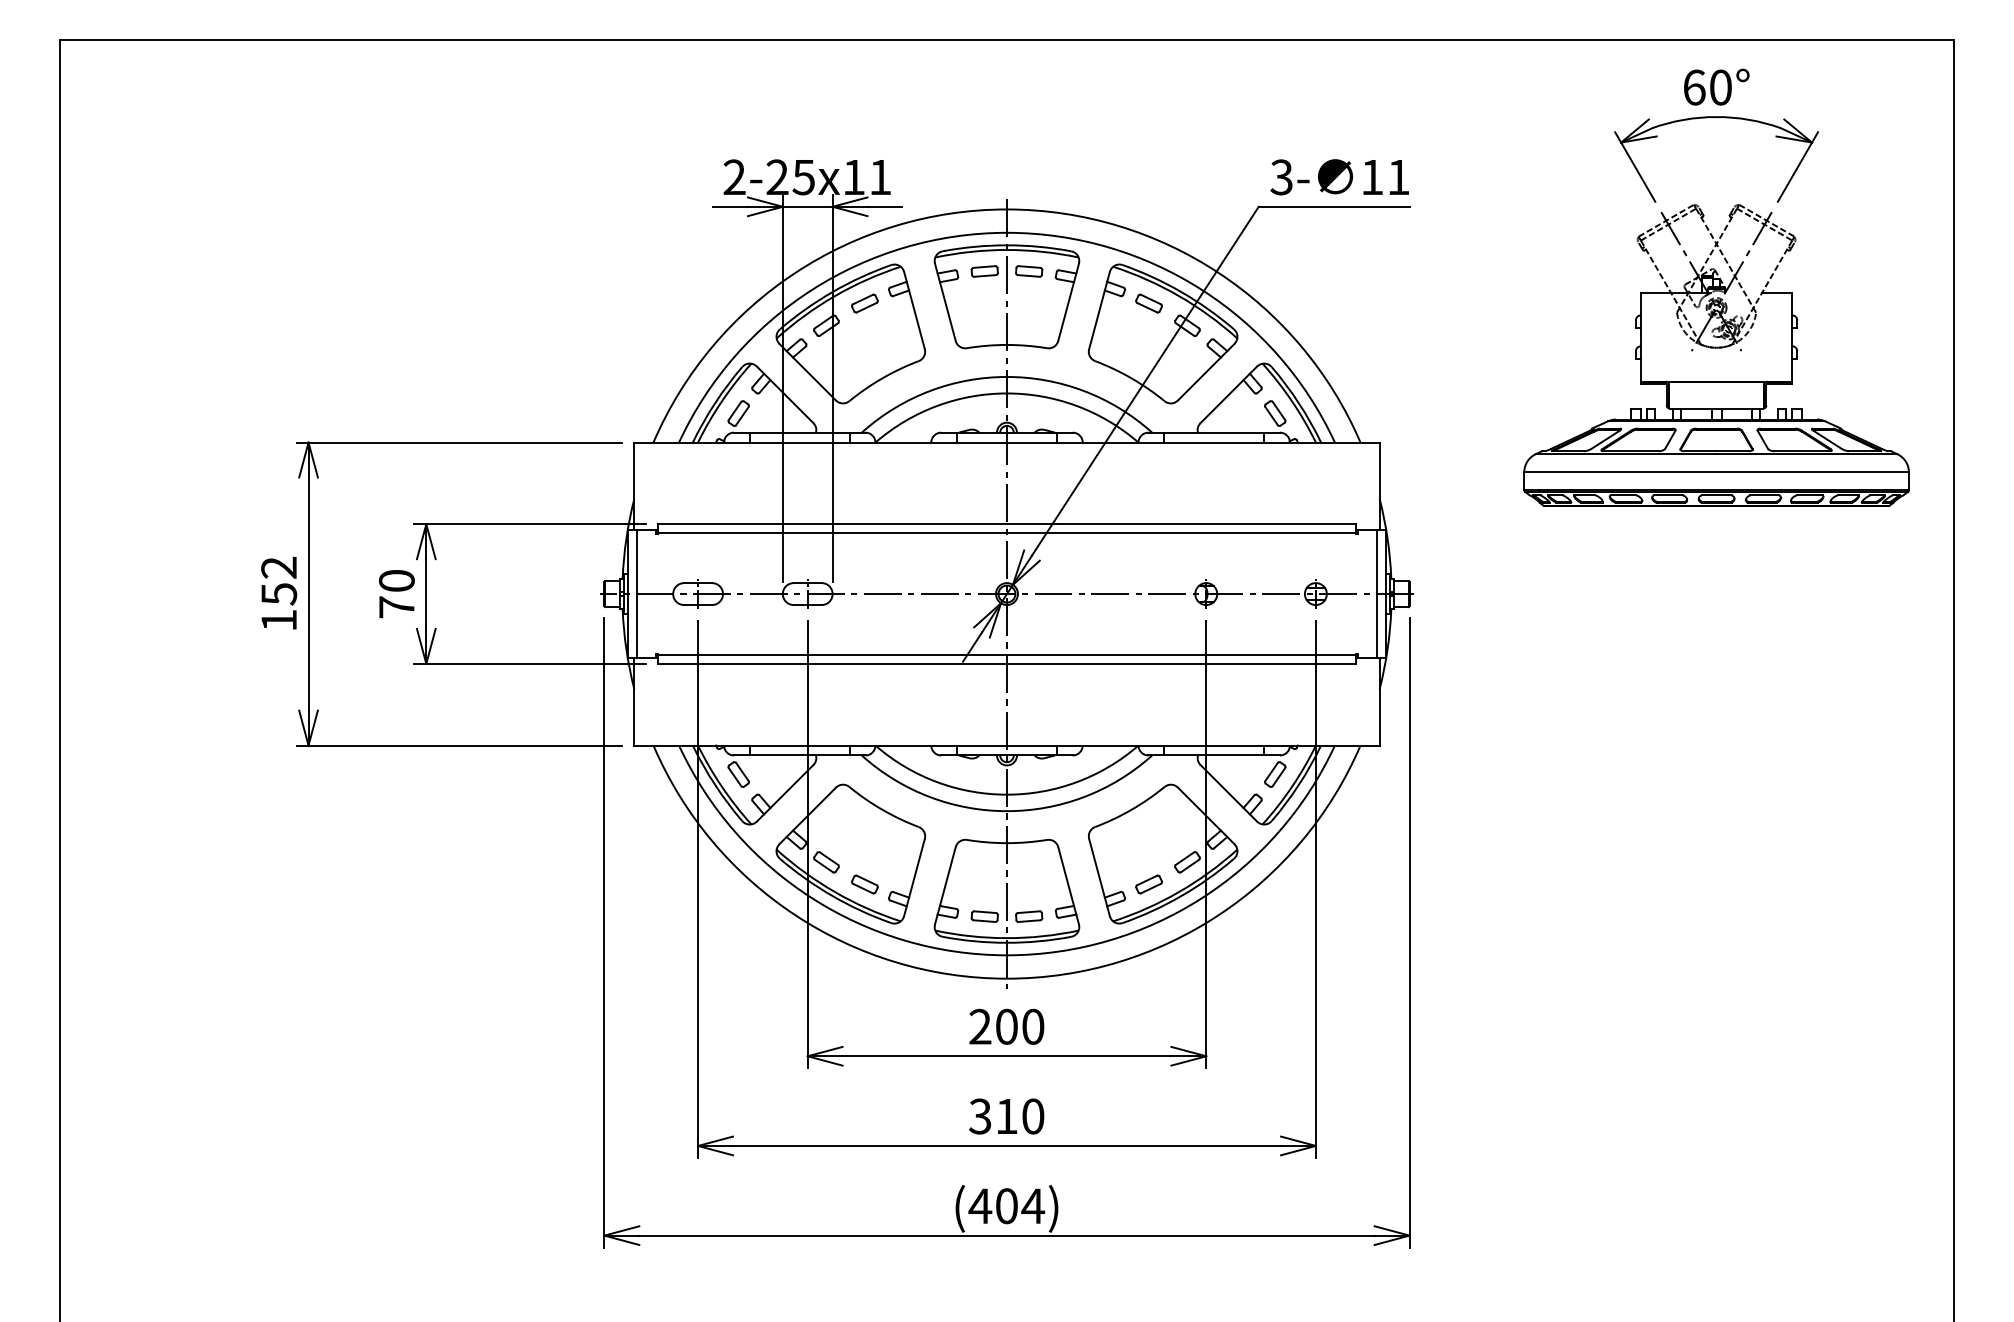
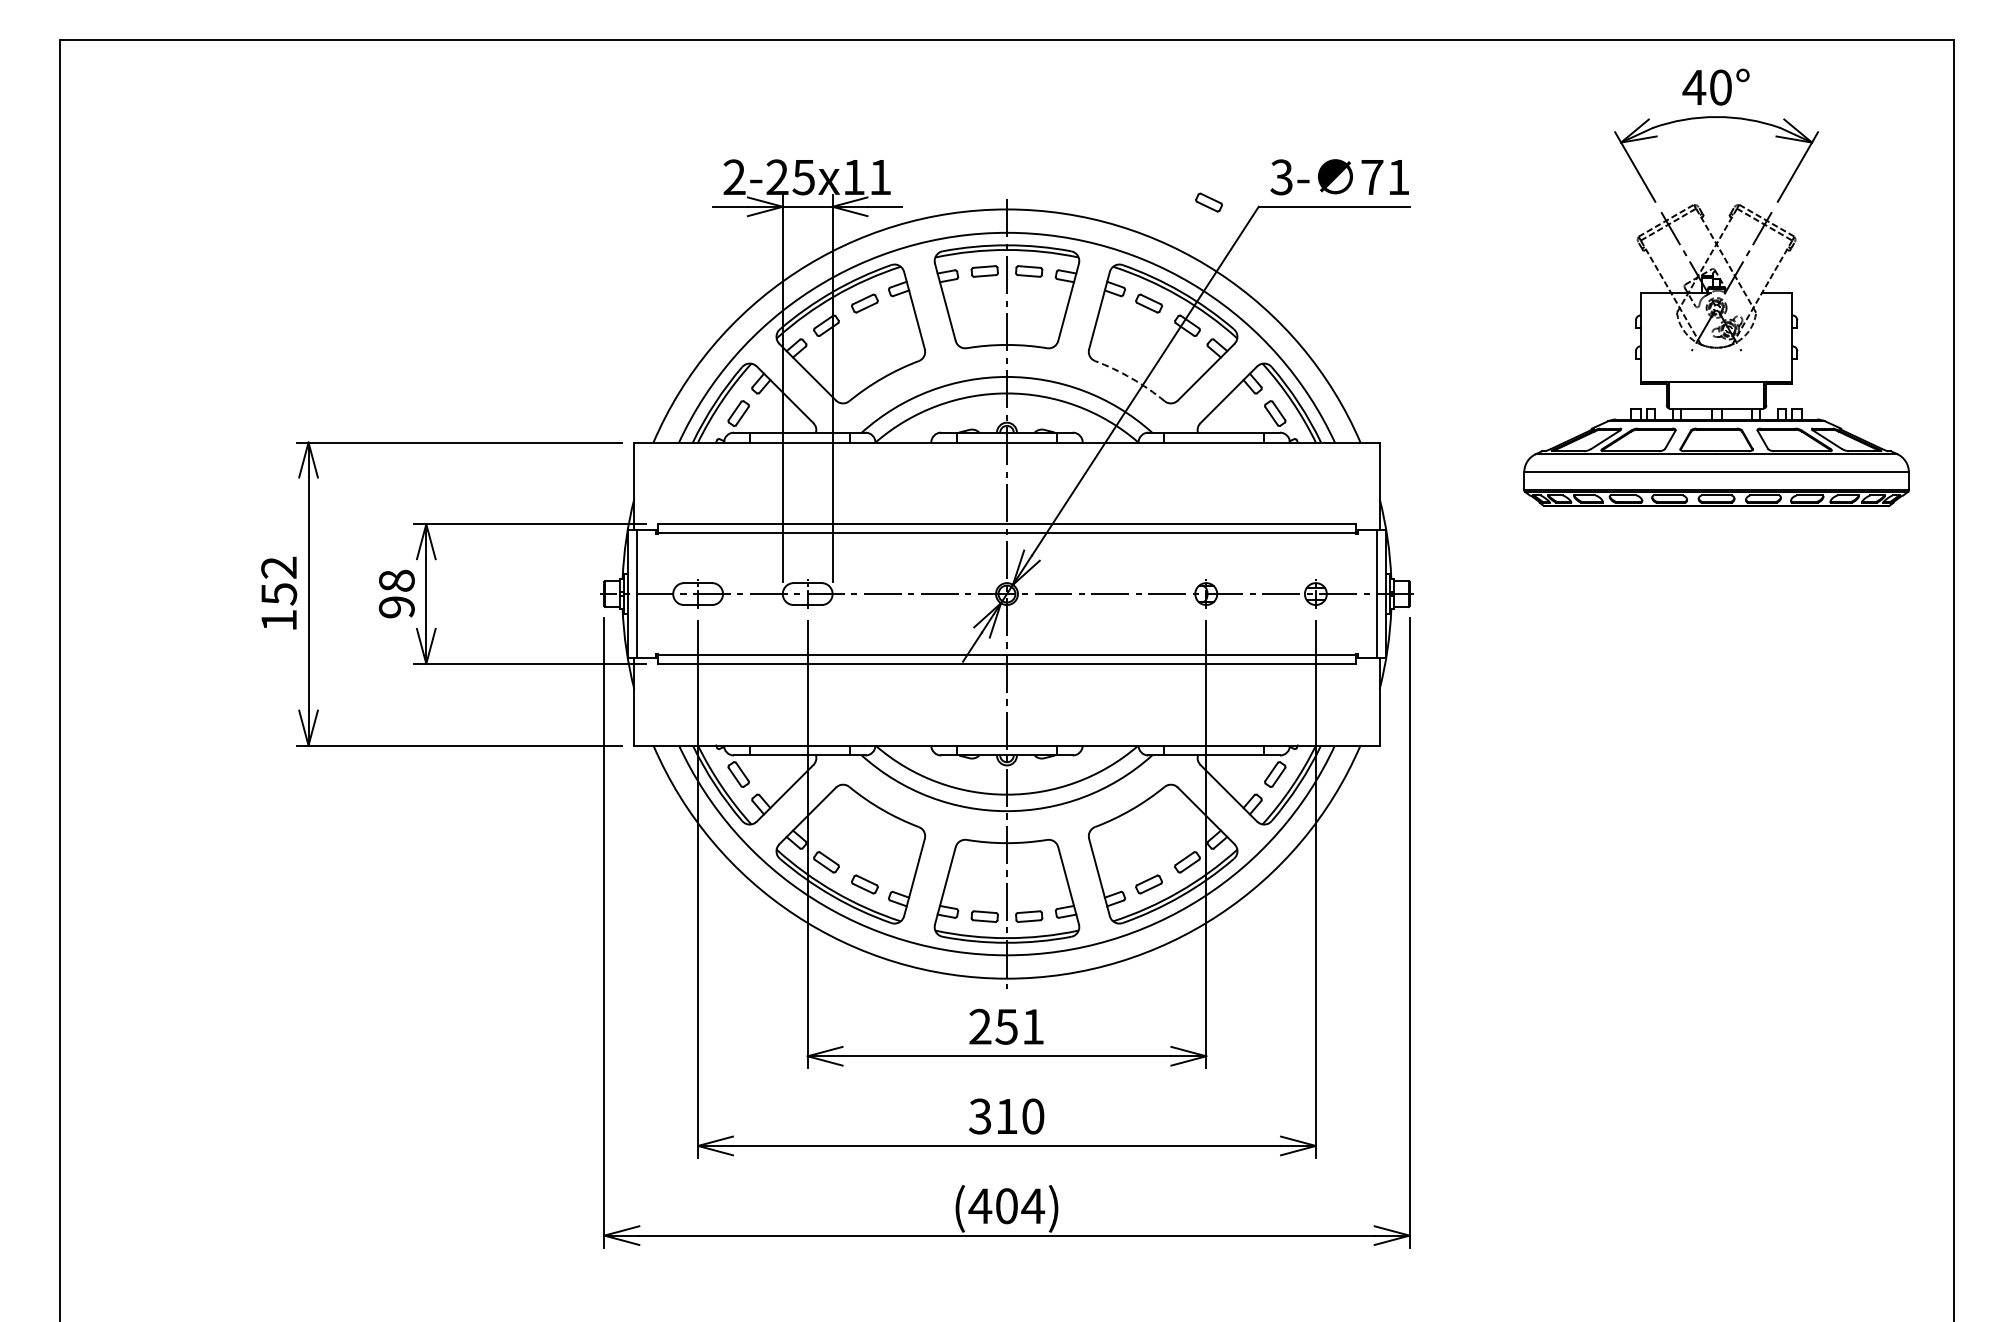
text at (1694, 87): 60° -> 40°
text at (1372, 177): 11 -> 71
part at (1208, 202): none -> present
arc at (1131, 378): solid -> dashed
text at (396, 593): 70 -> 98
text at (1019, 1026): 200 -> 251
